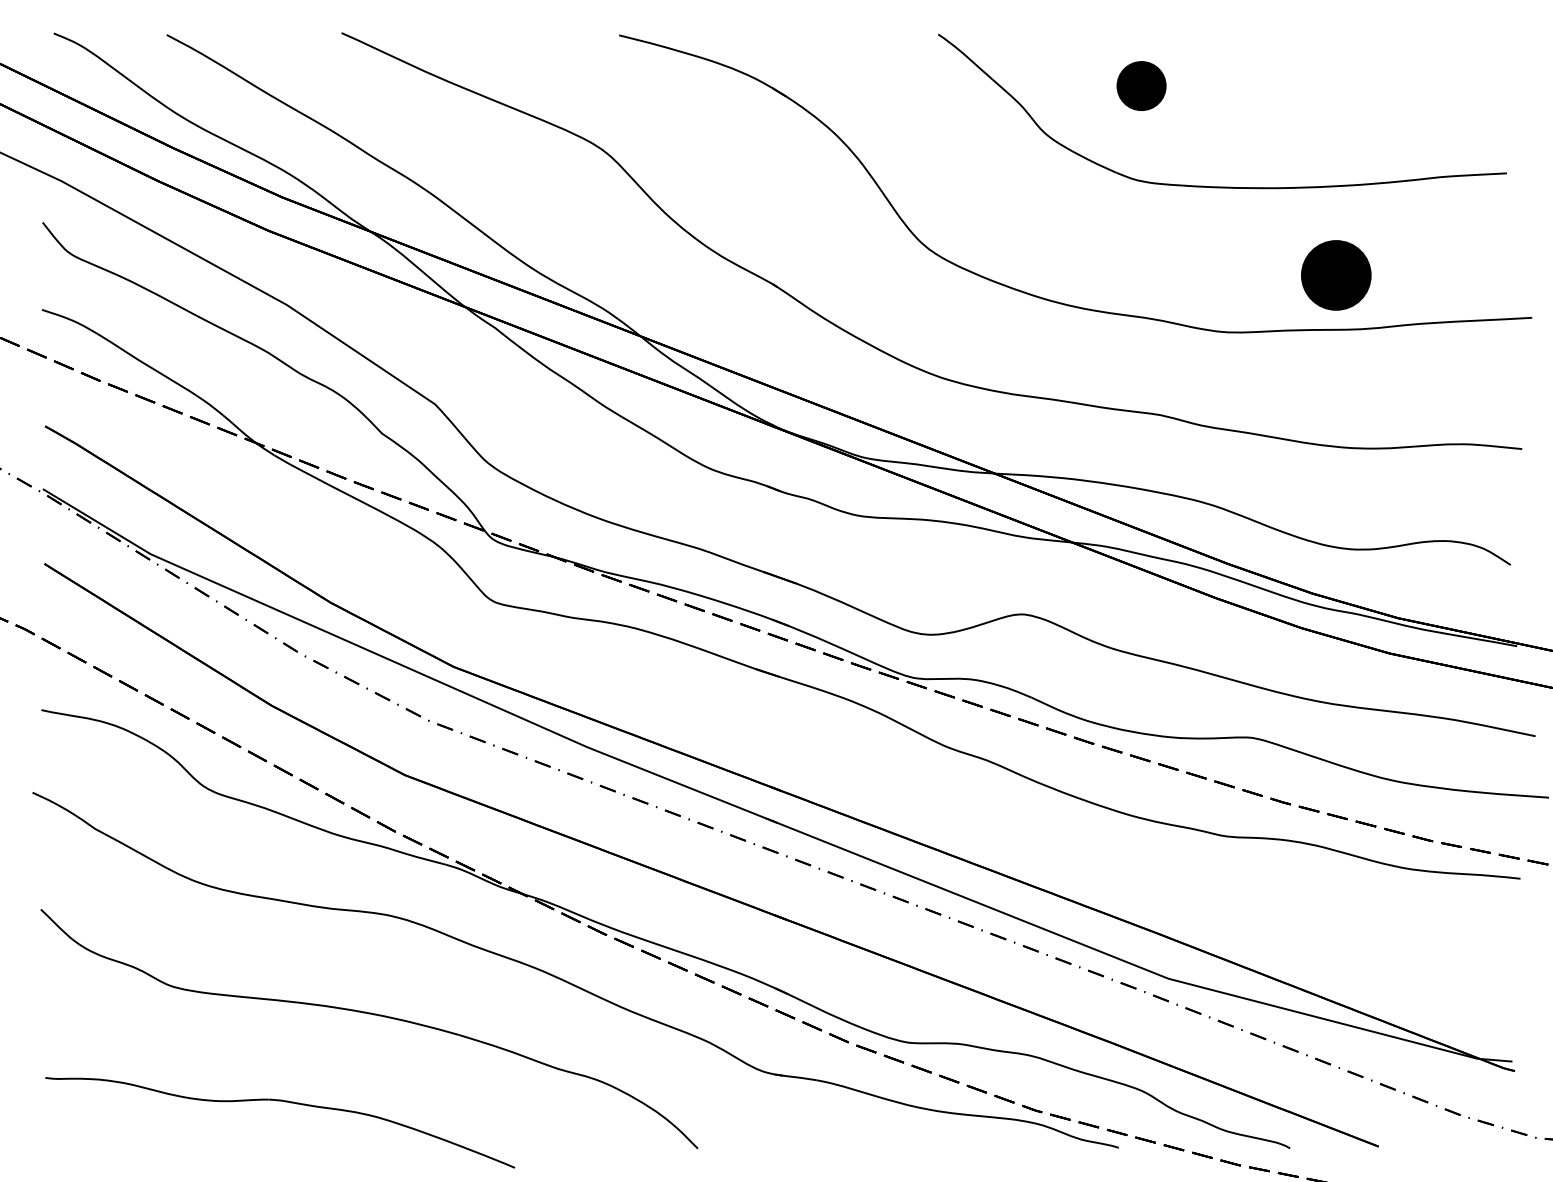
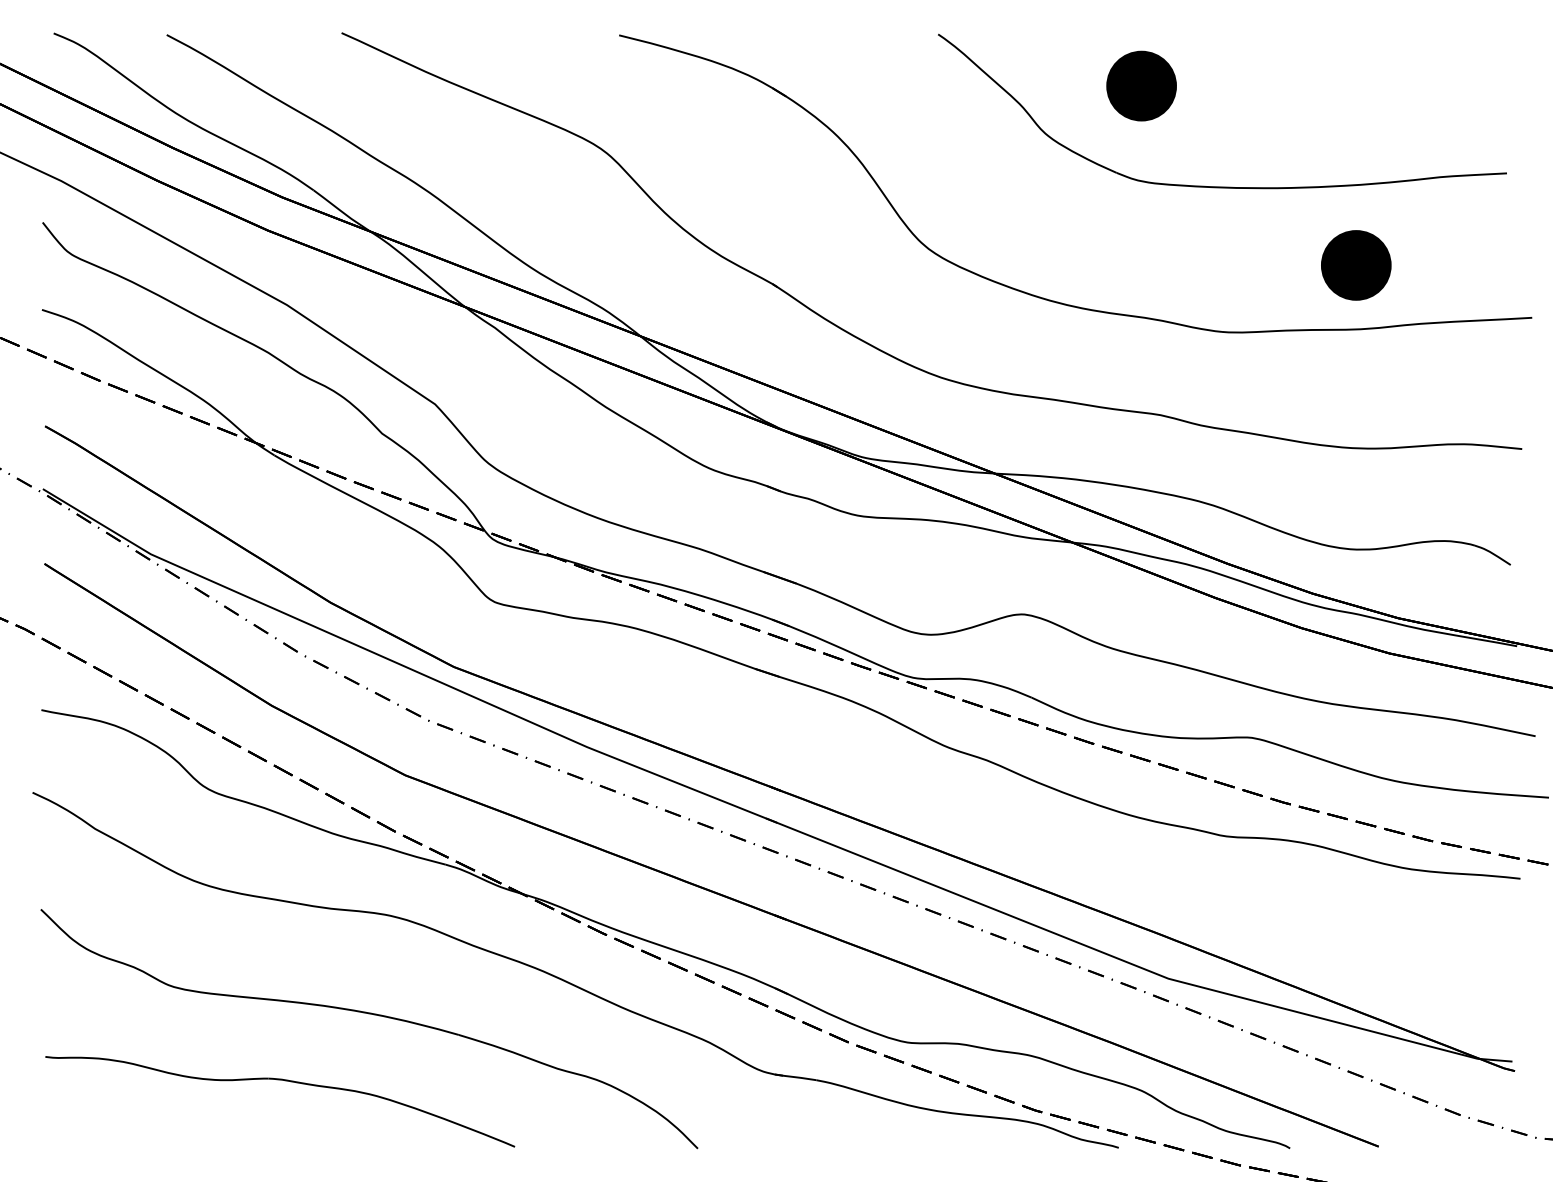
part at (1141, 85) size: 51x50 px -> 71x72 px
part at (1336, 275) position: (1336, 275) -> (1356, 265)
part at (285, 1102) position: (285, 1102) -> (285, 1081)
